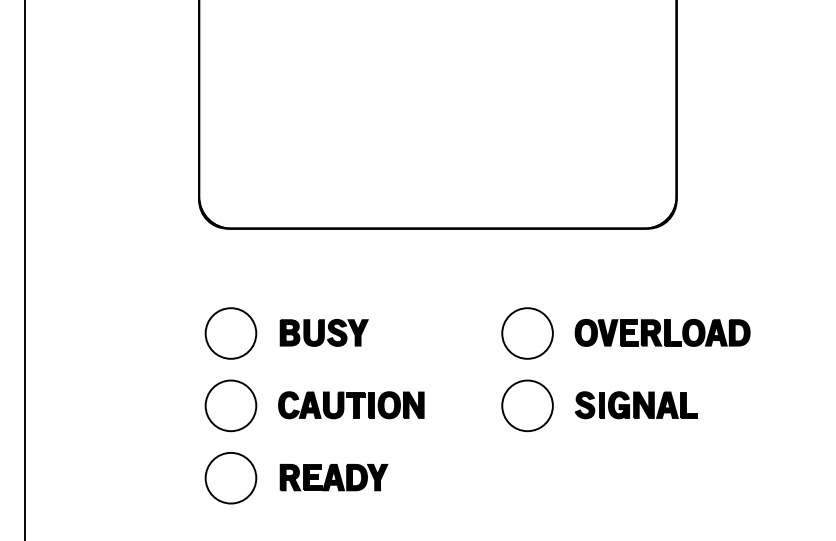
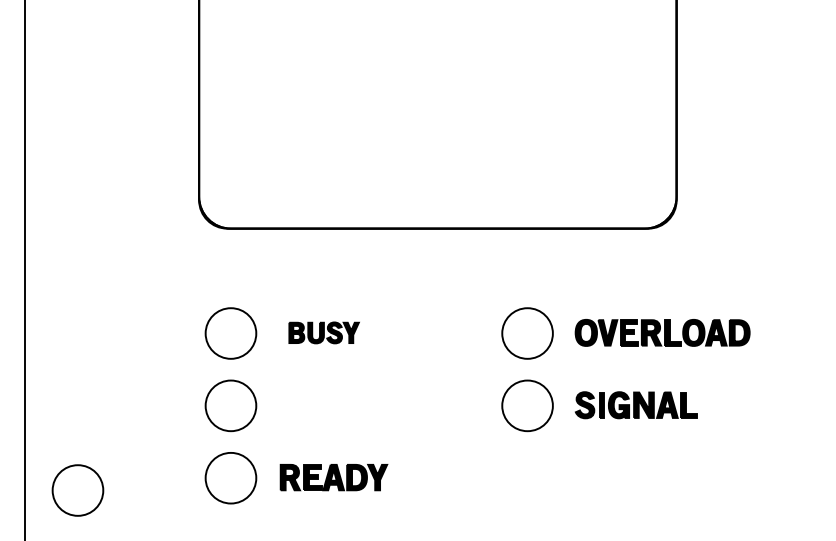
part at (323, 332) size: 90x28 px -> 72x24 px
part at (351, 405): present -> none
part at (77, 490): none -> present
